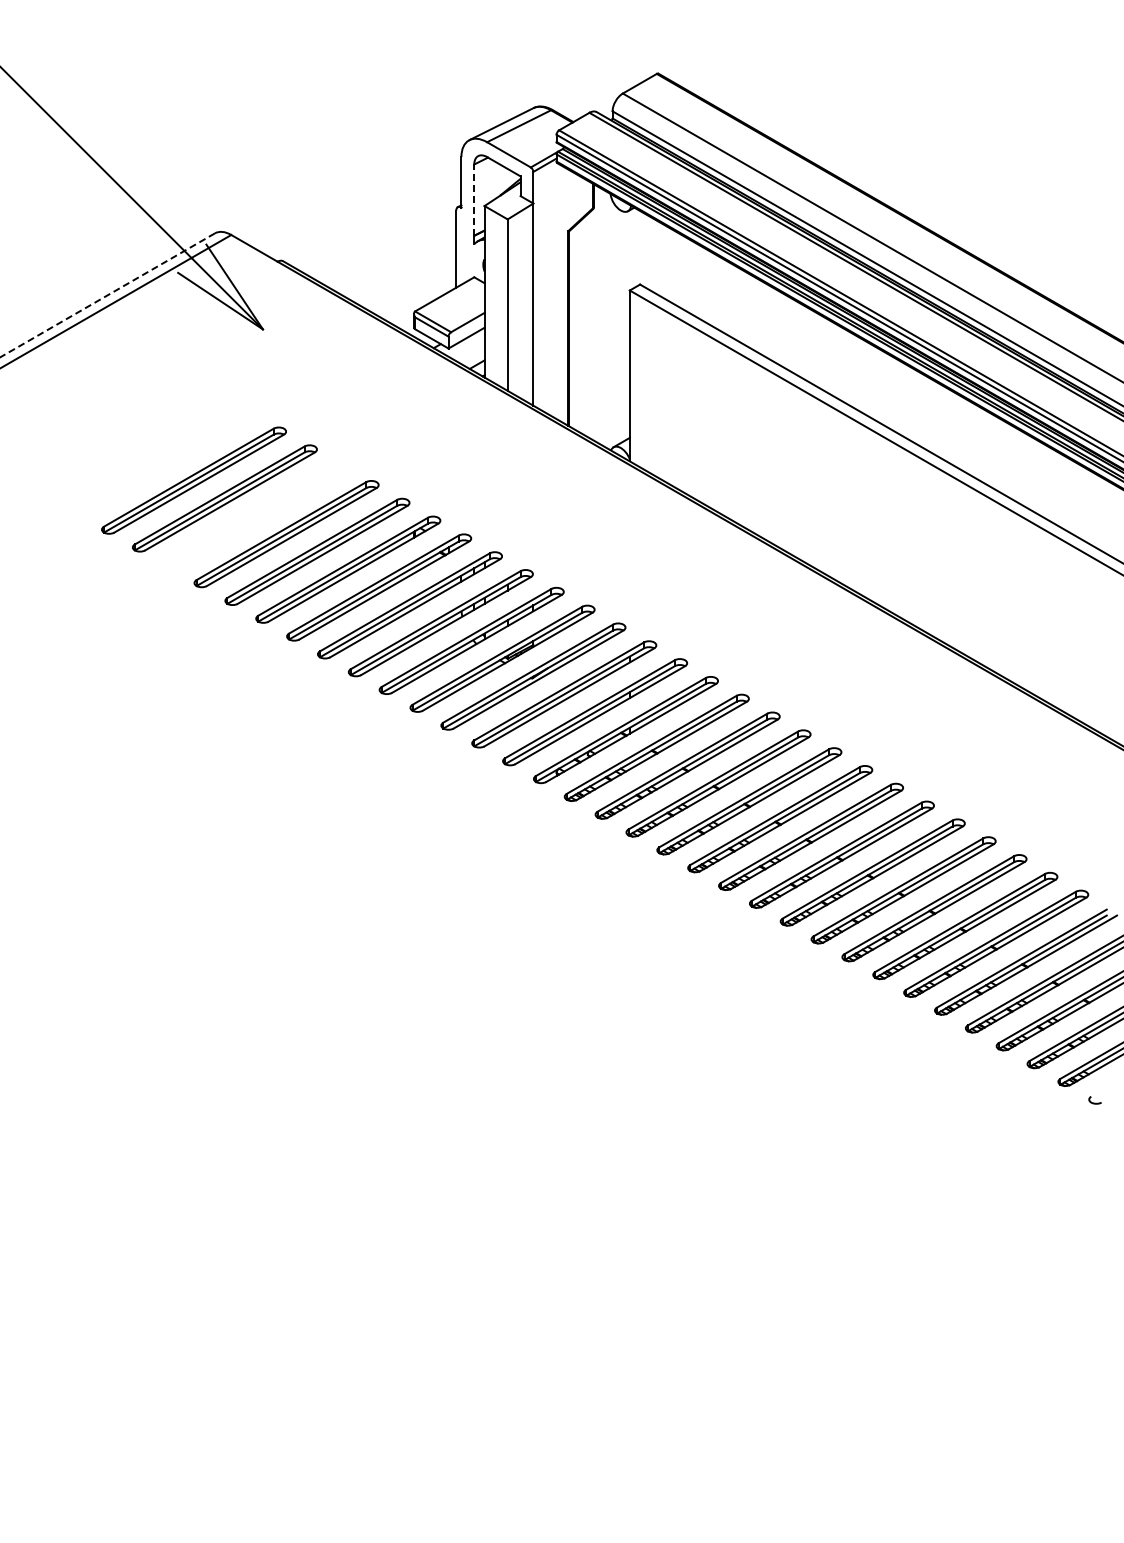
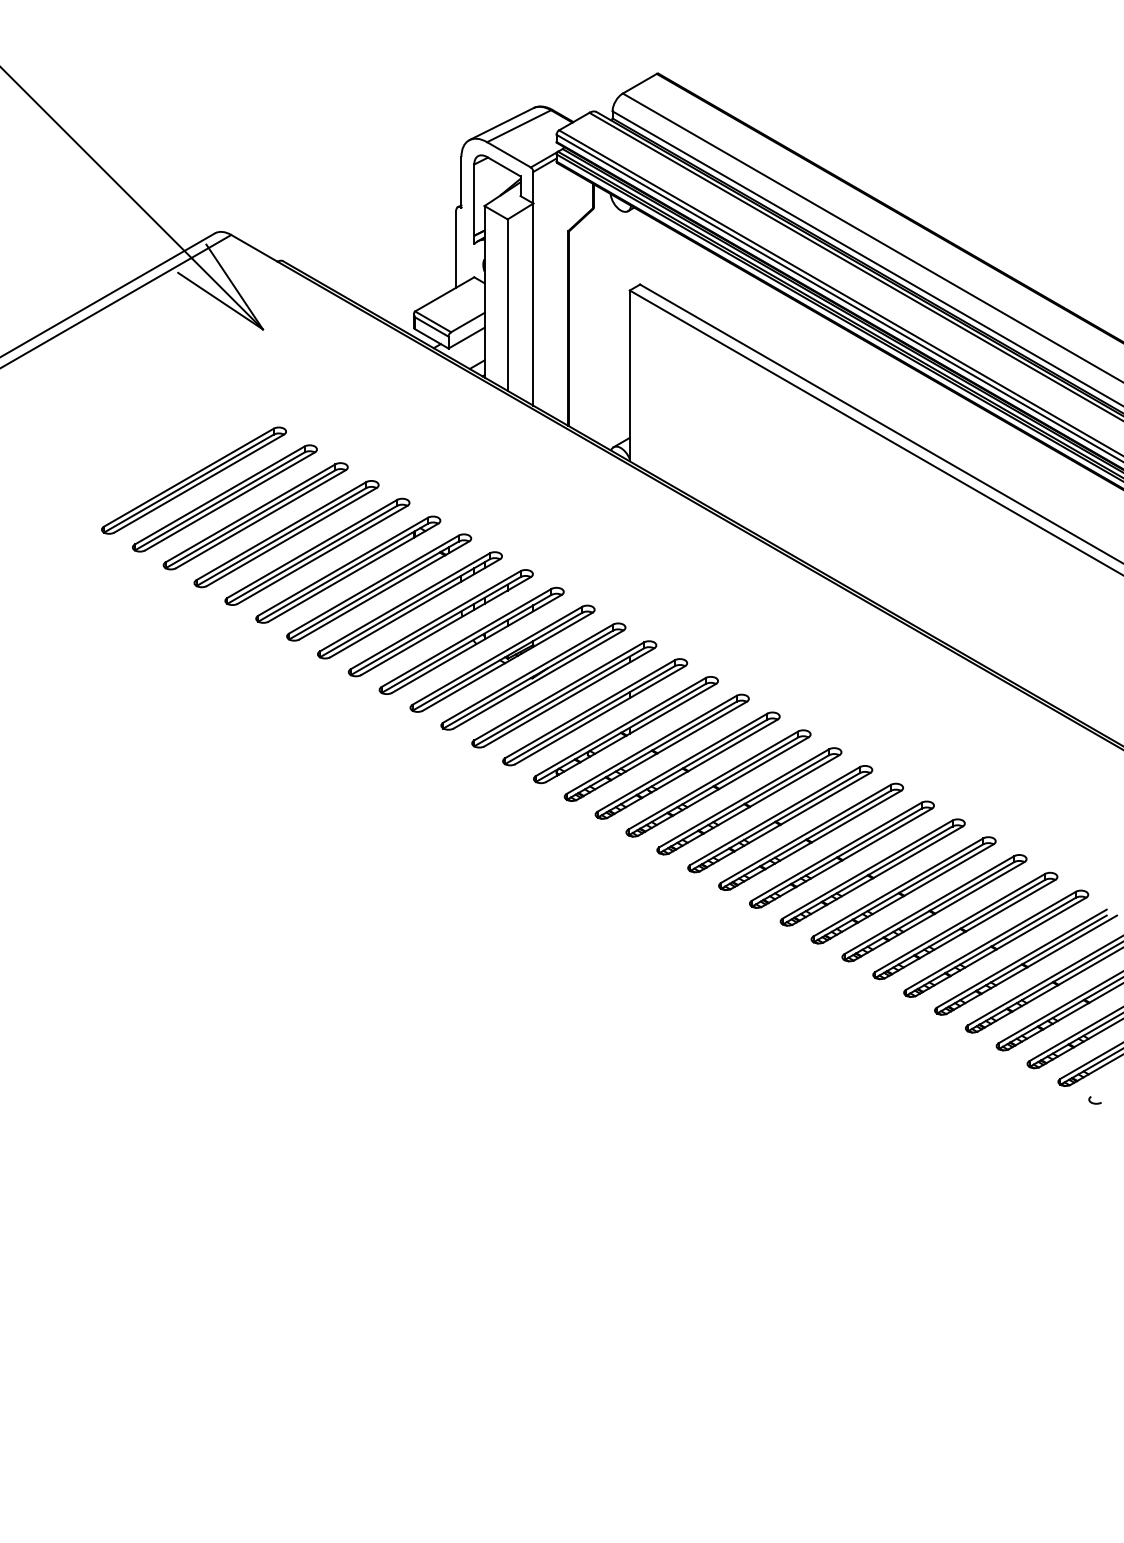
line at (474, 200): dashed -> solid
line at (107, 295): dashed -> solid
part at (255, 516): none -> present
